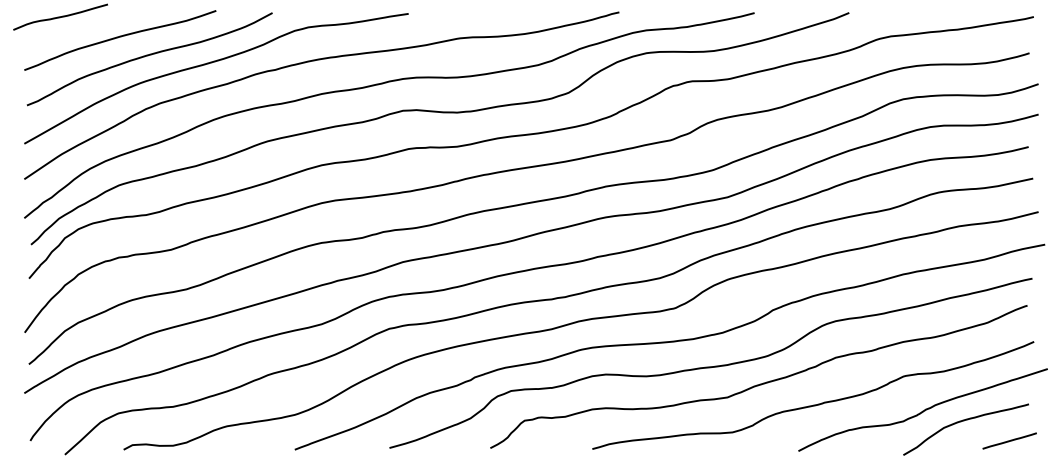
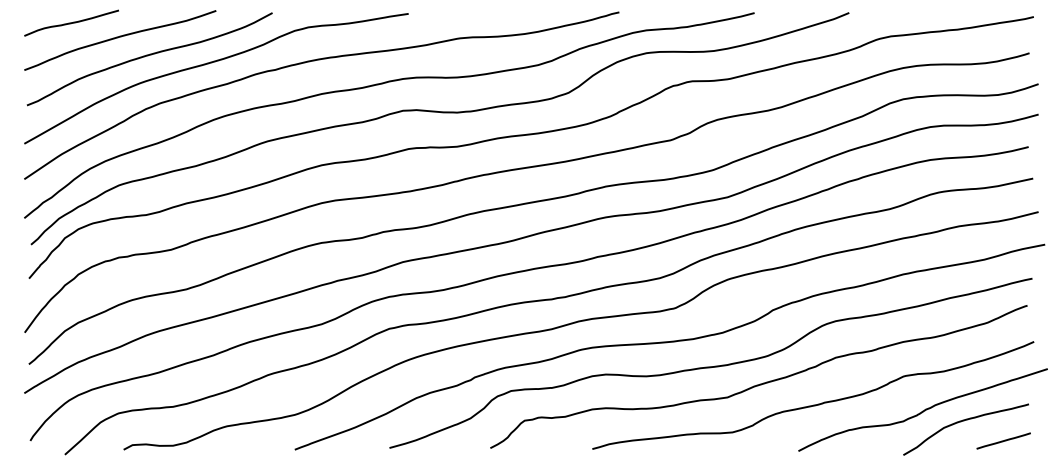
curve at (60, 16) position: (60, 16) -> (71, 22)
line at (1009, 440) position: (1009, 440) -> (1003, 440)
